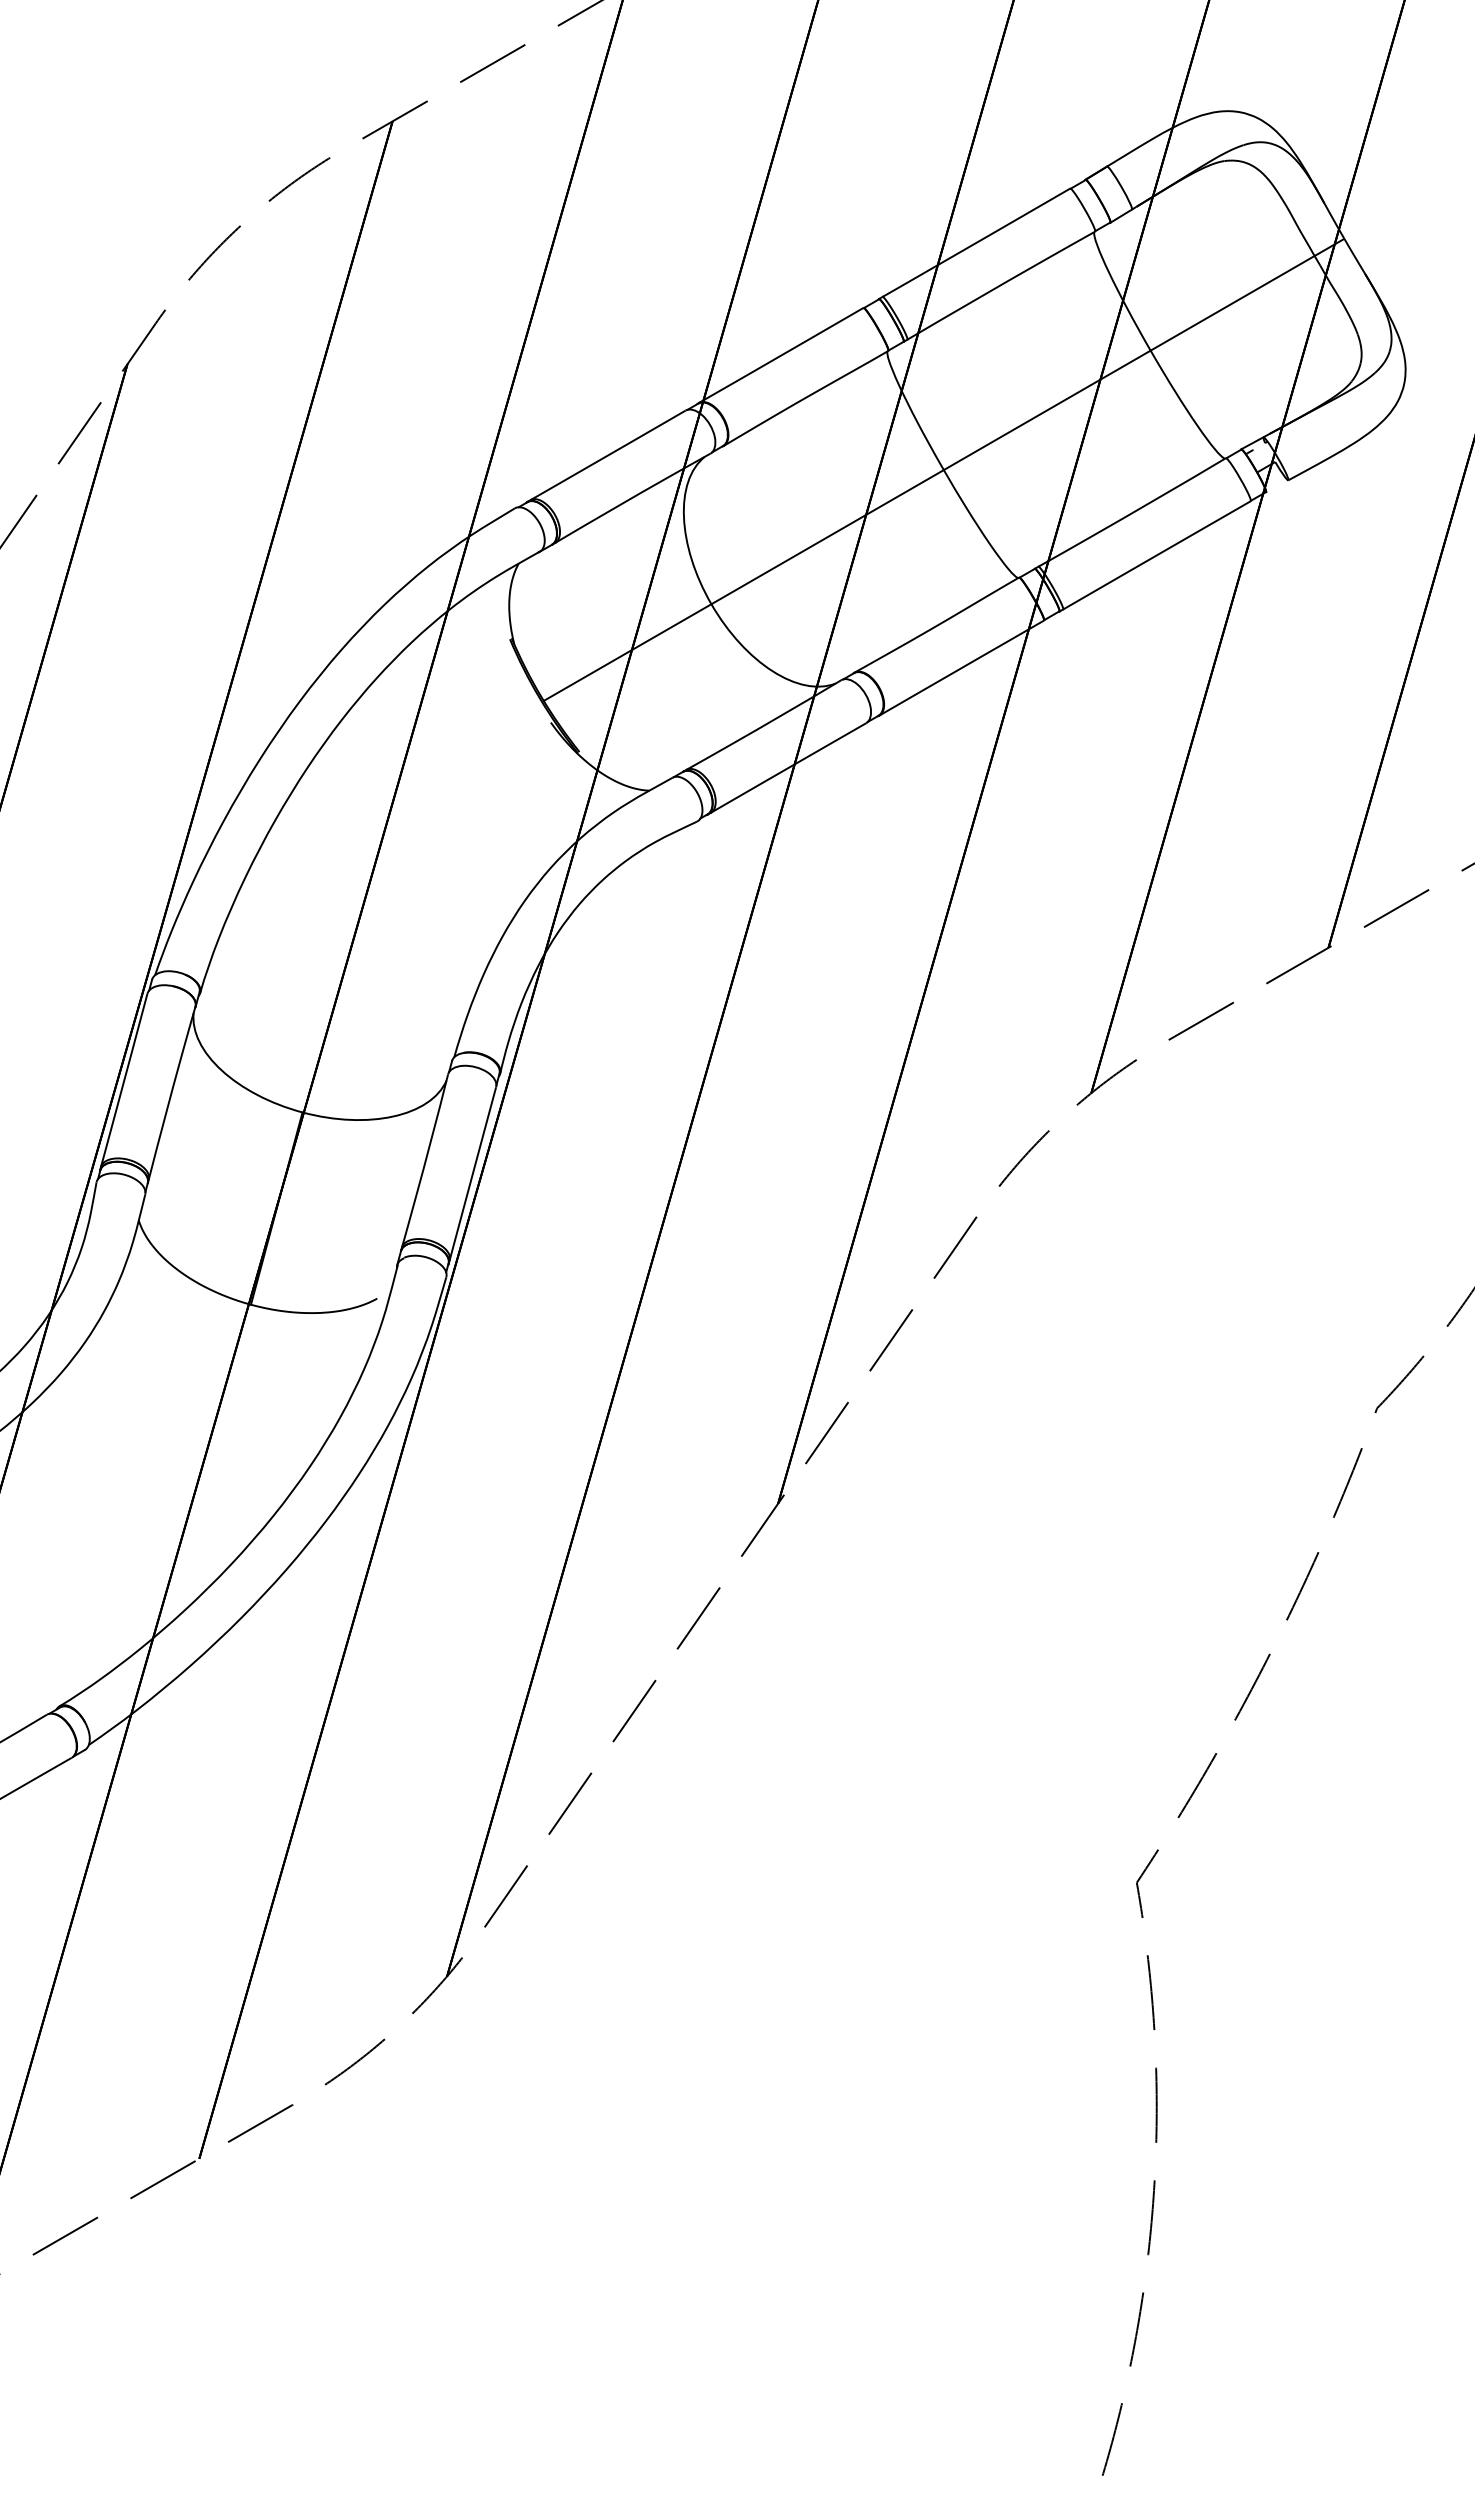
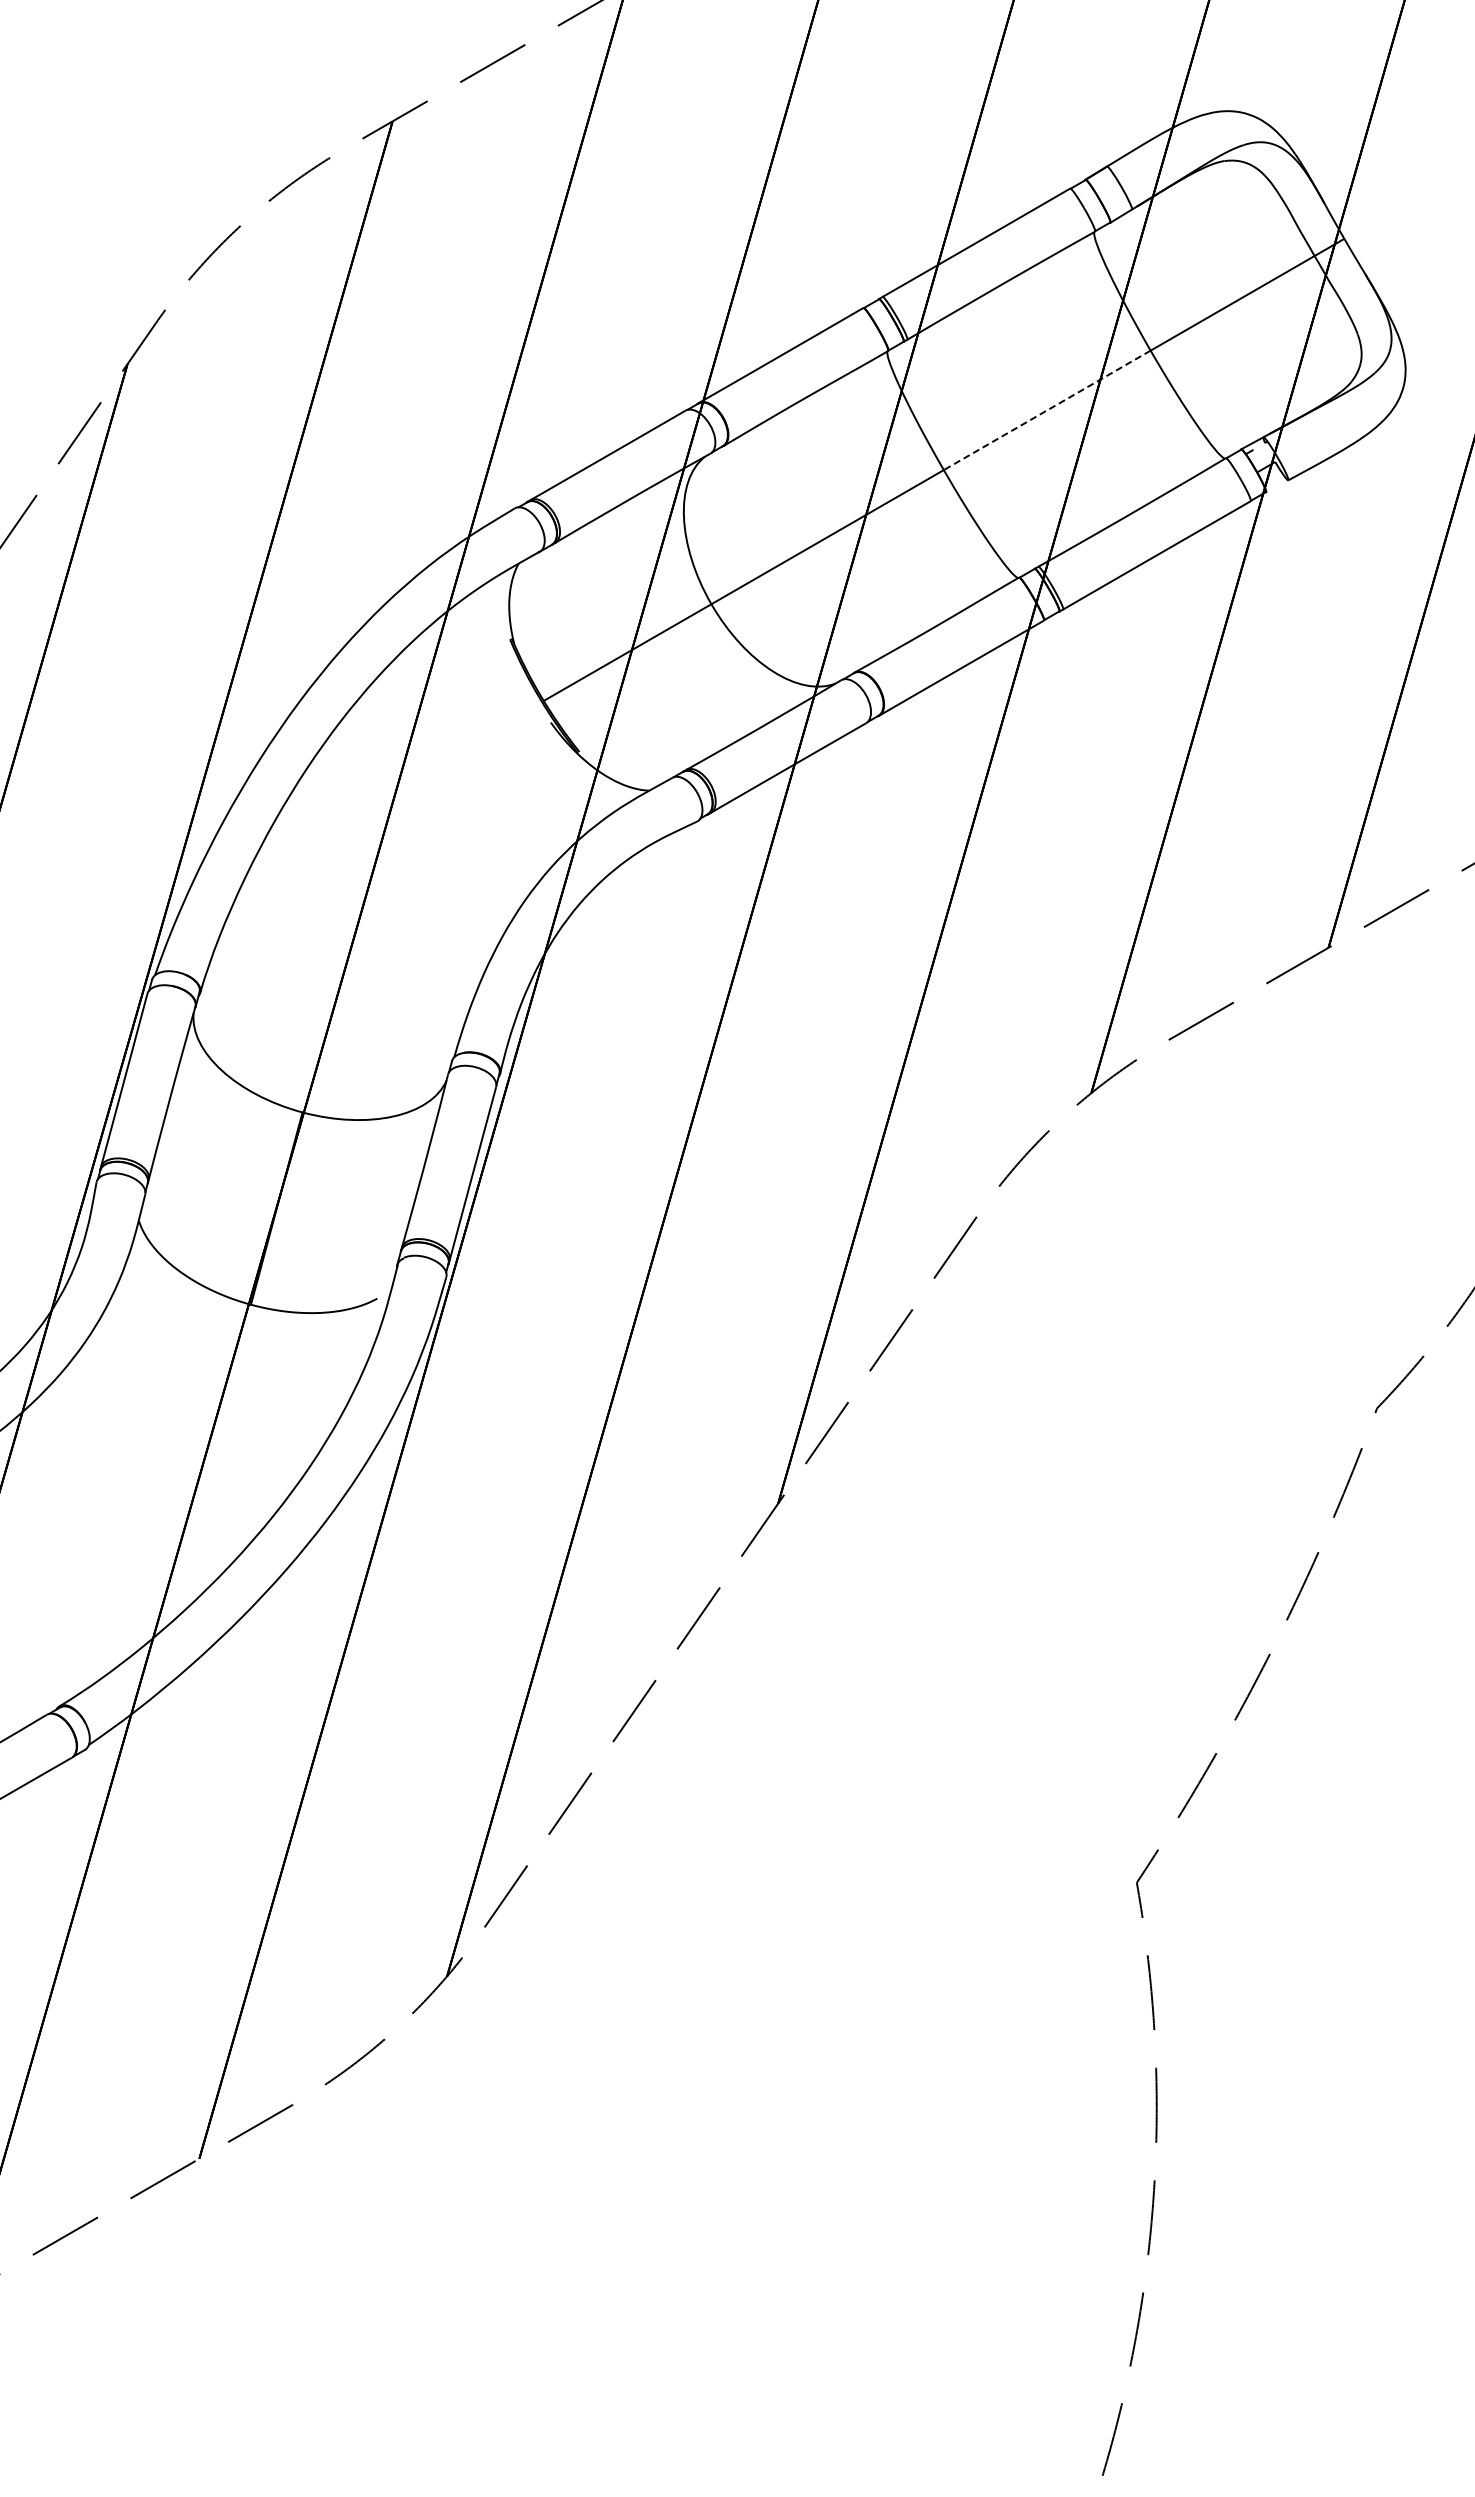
line at (1046, 410): solid -> dashed
